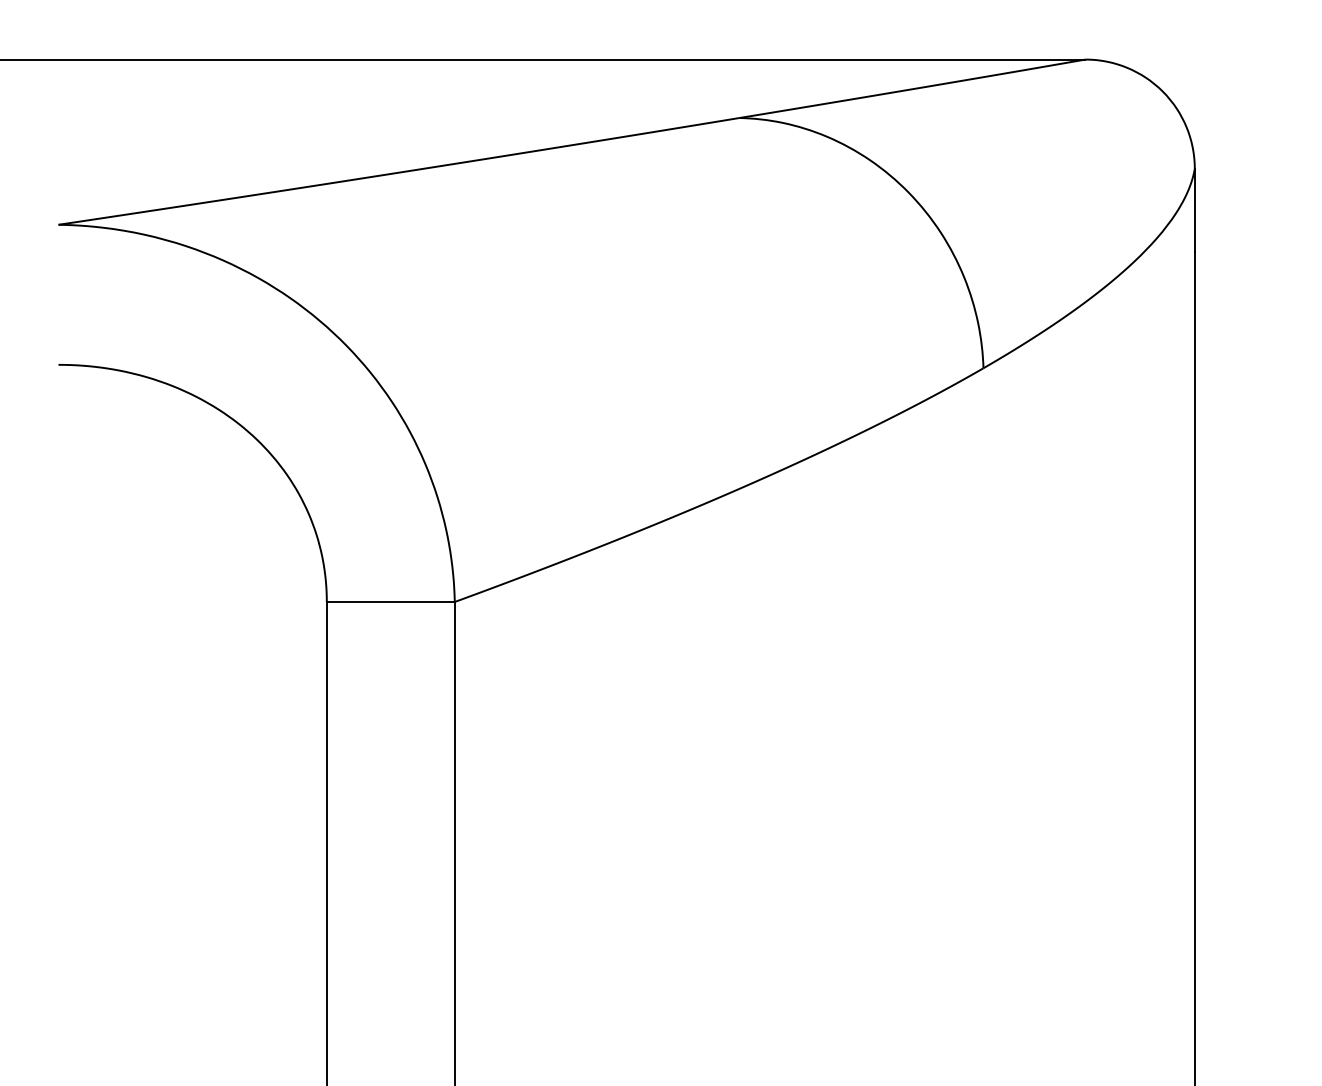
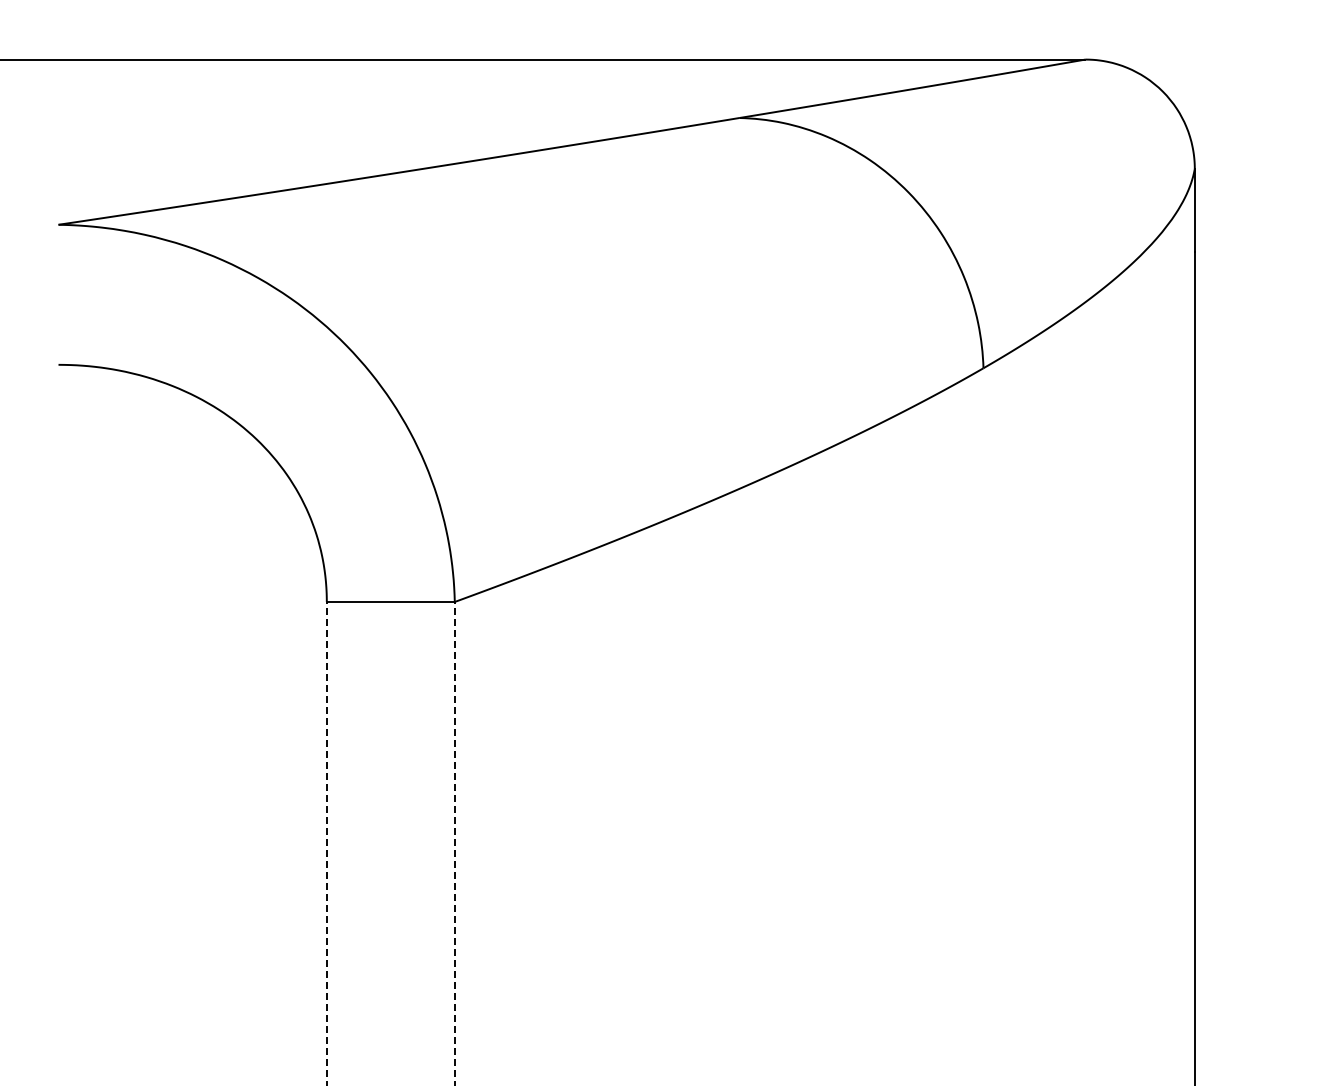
line at (326, 843): solid -> dashed
line at (454, 843): solid -> dashed
